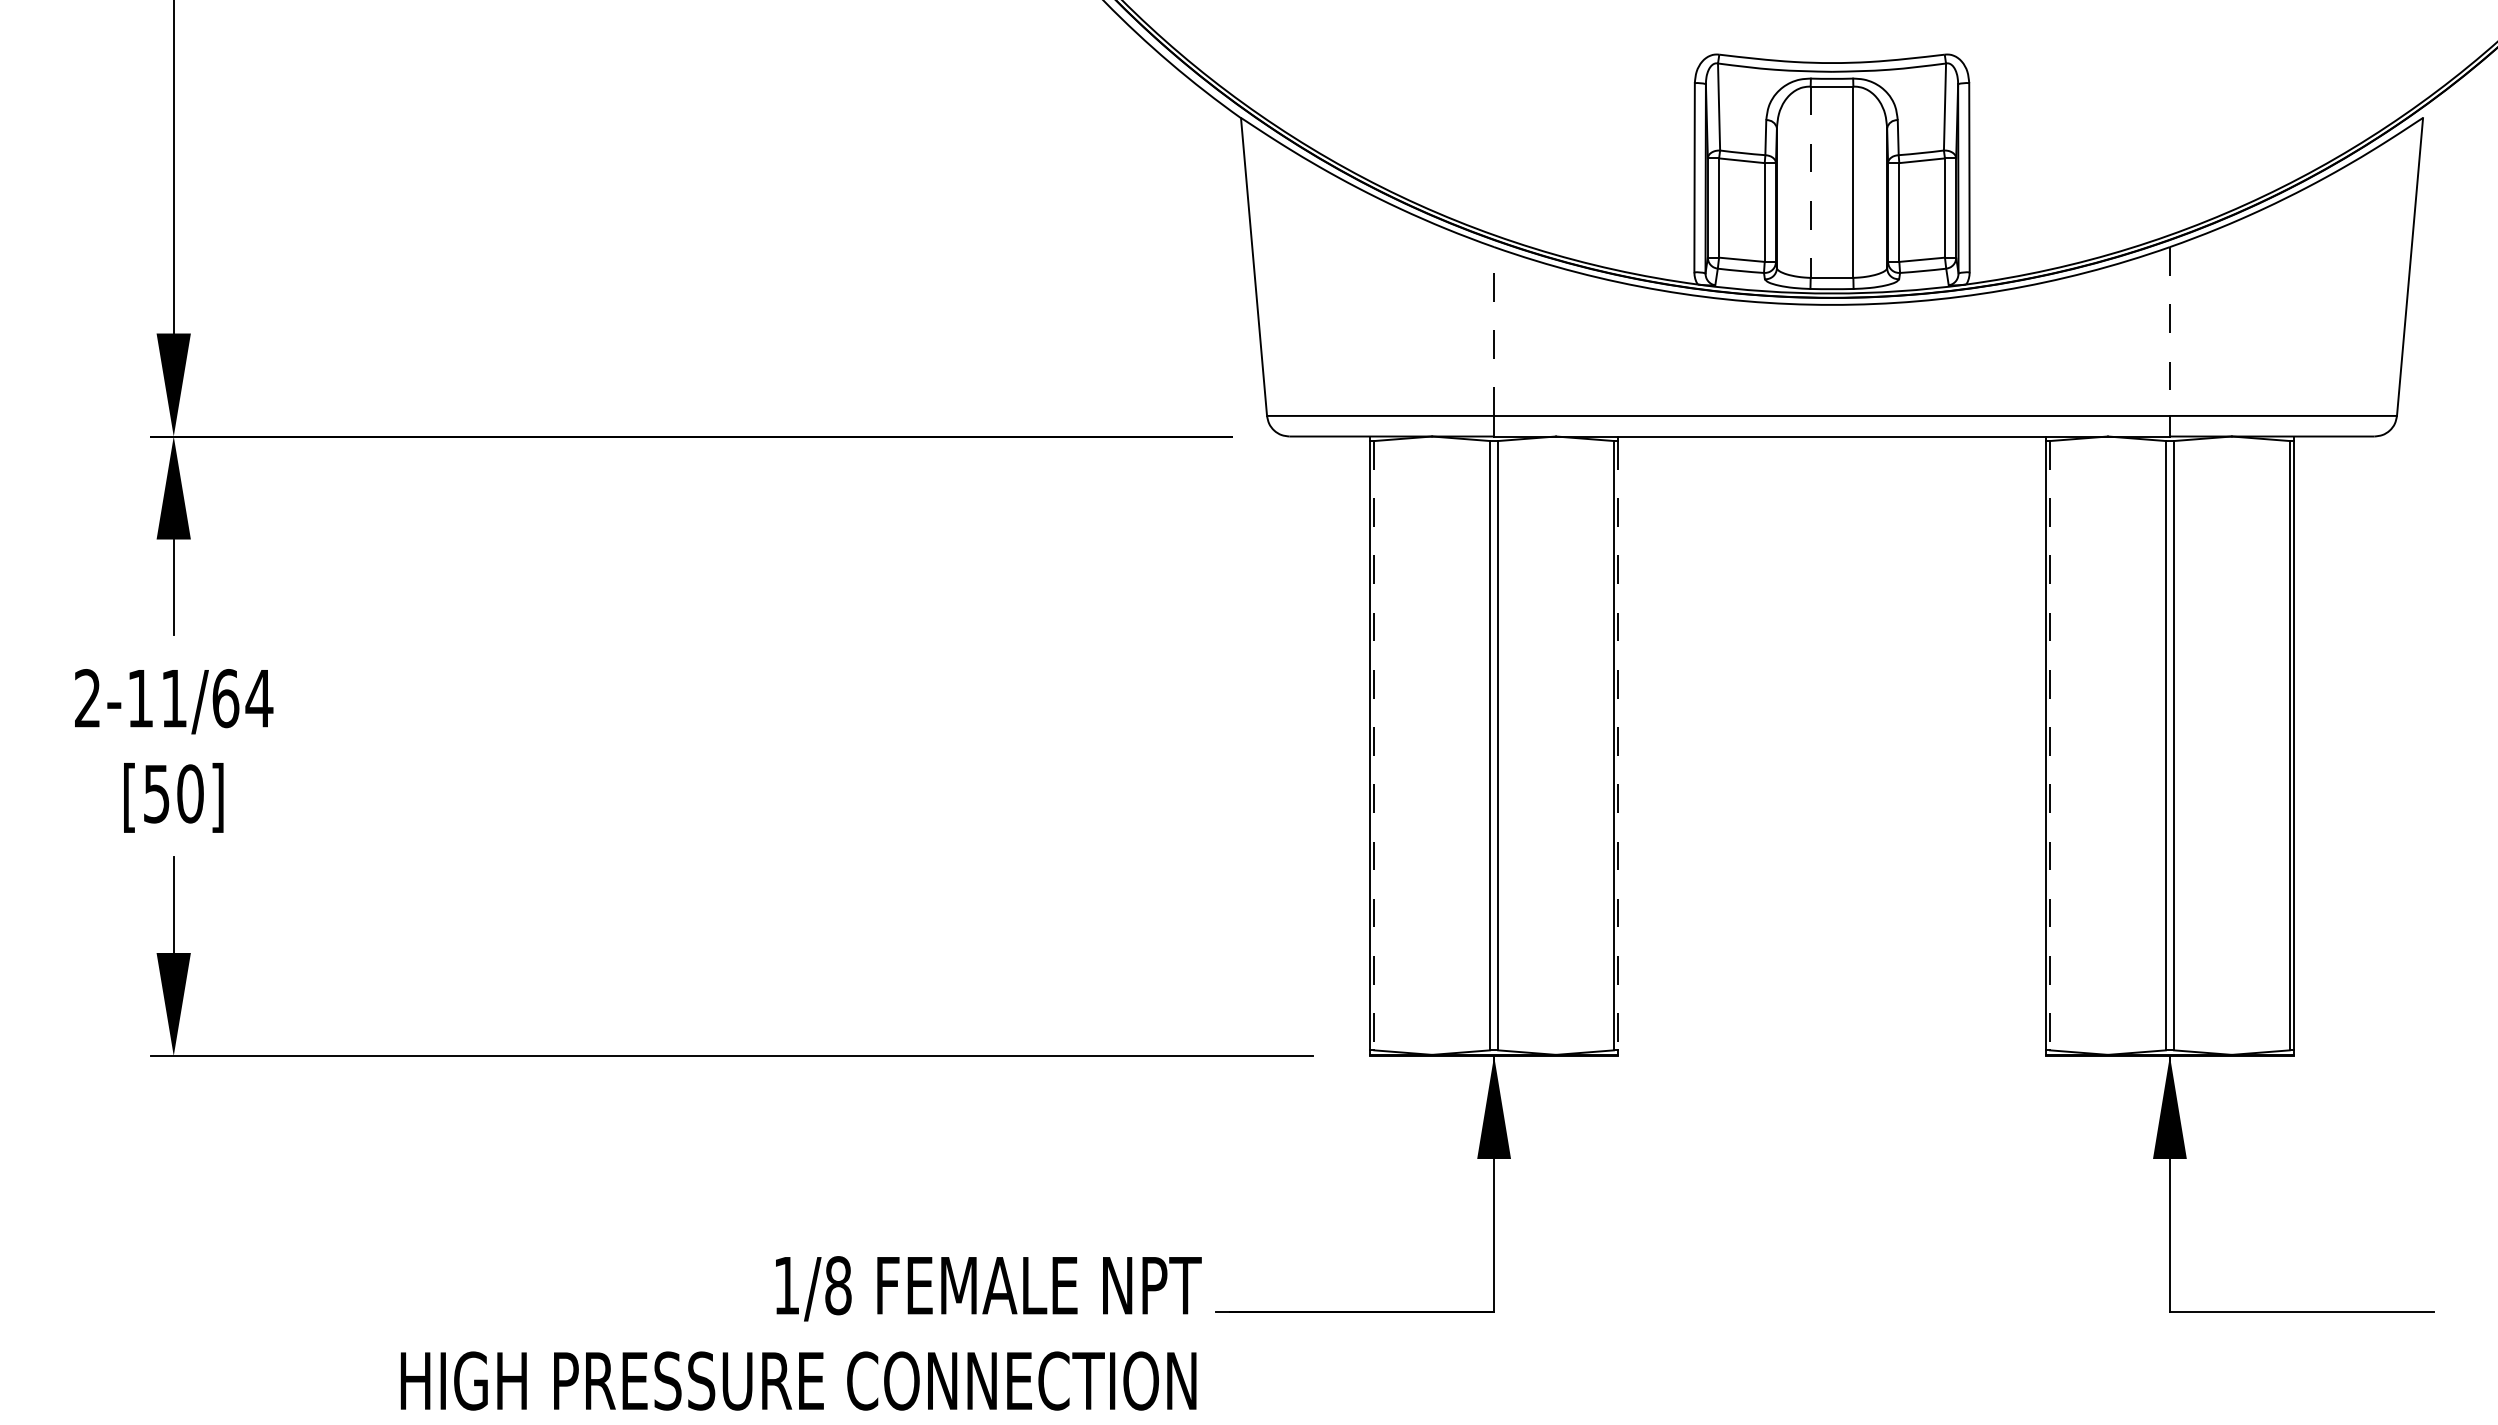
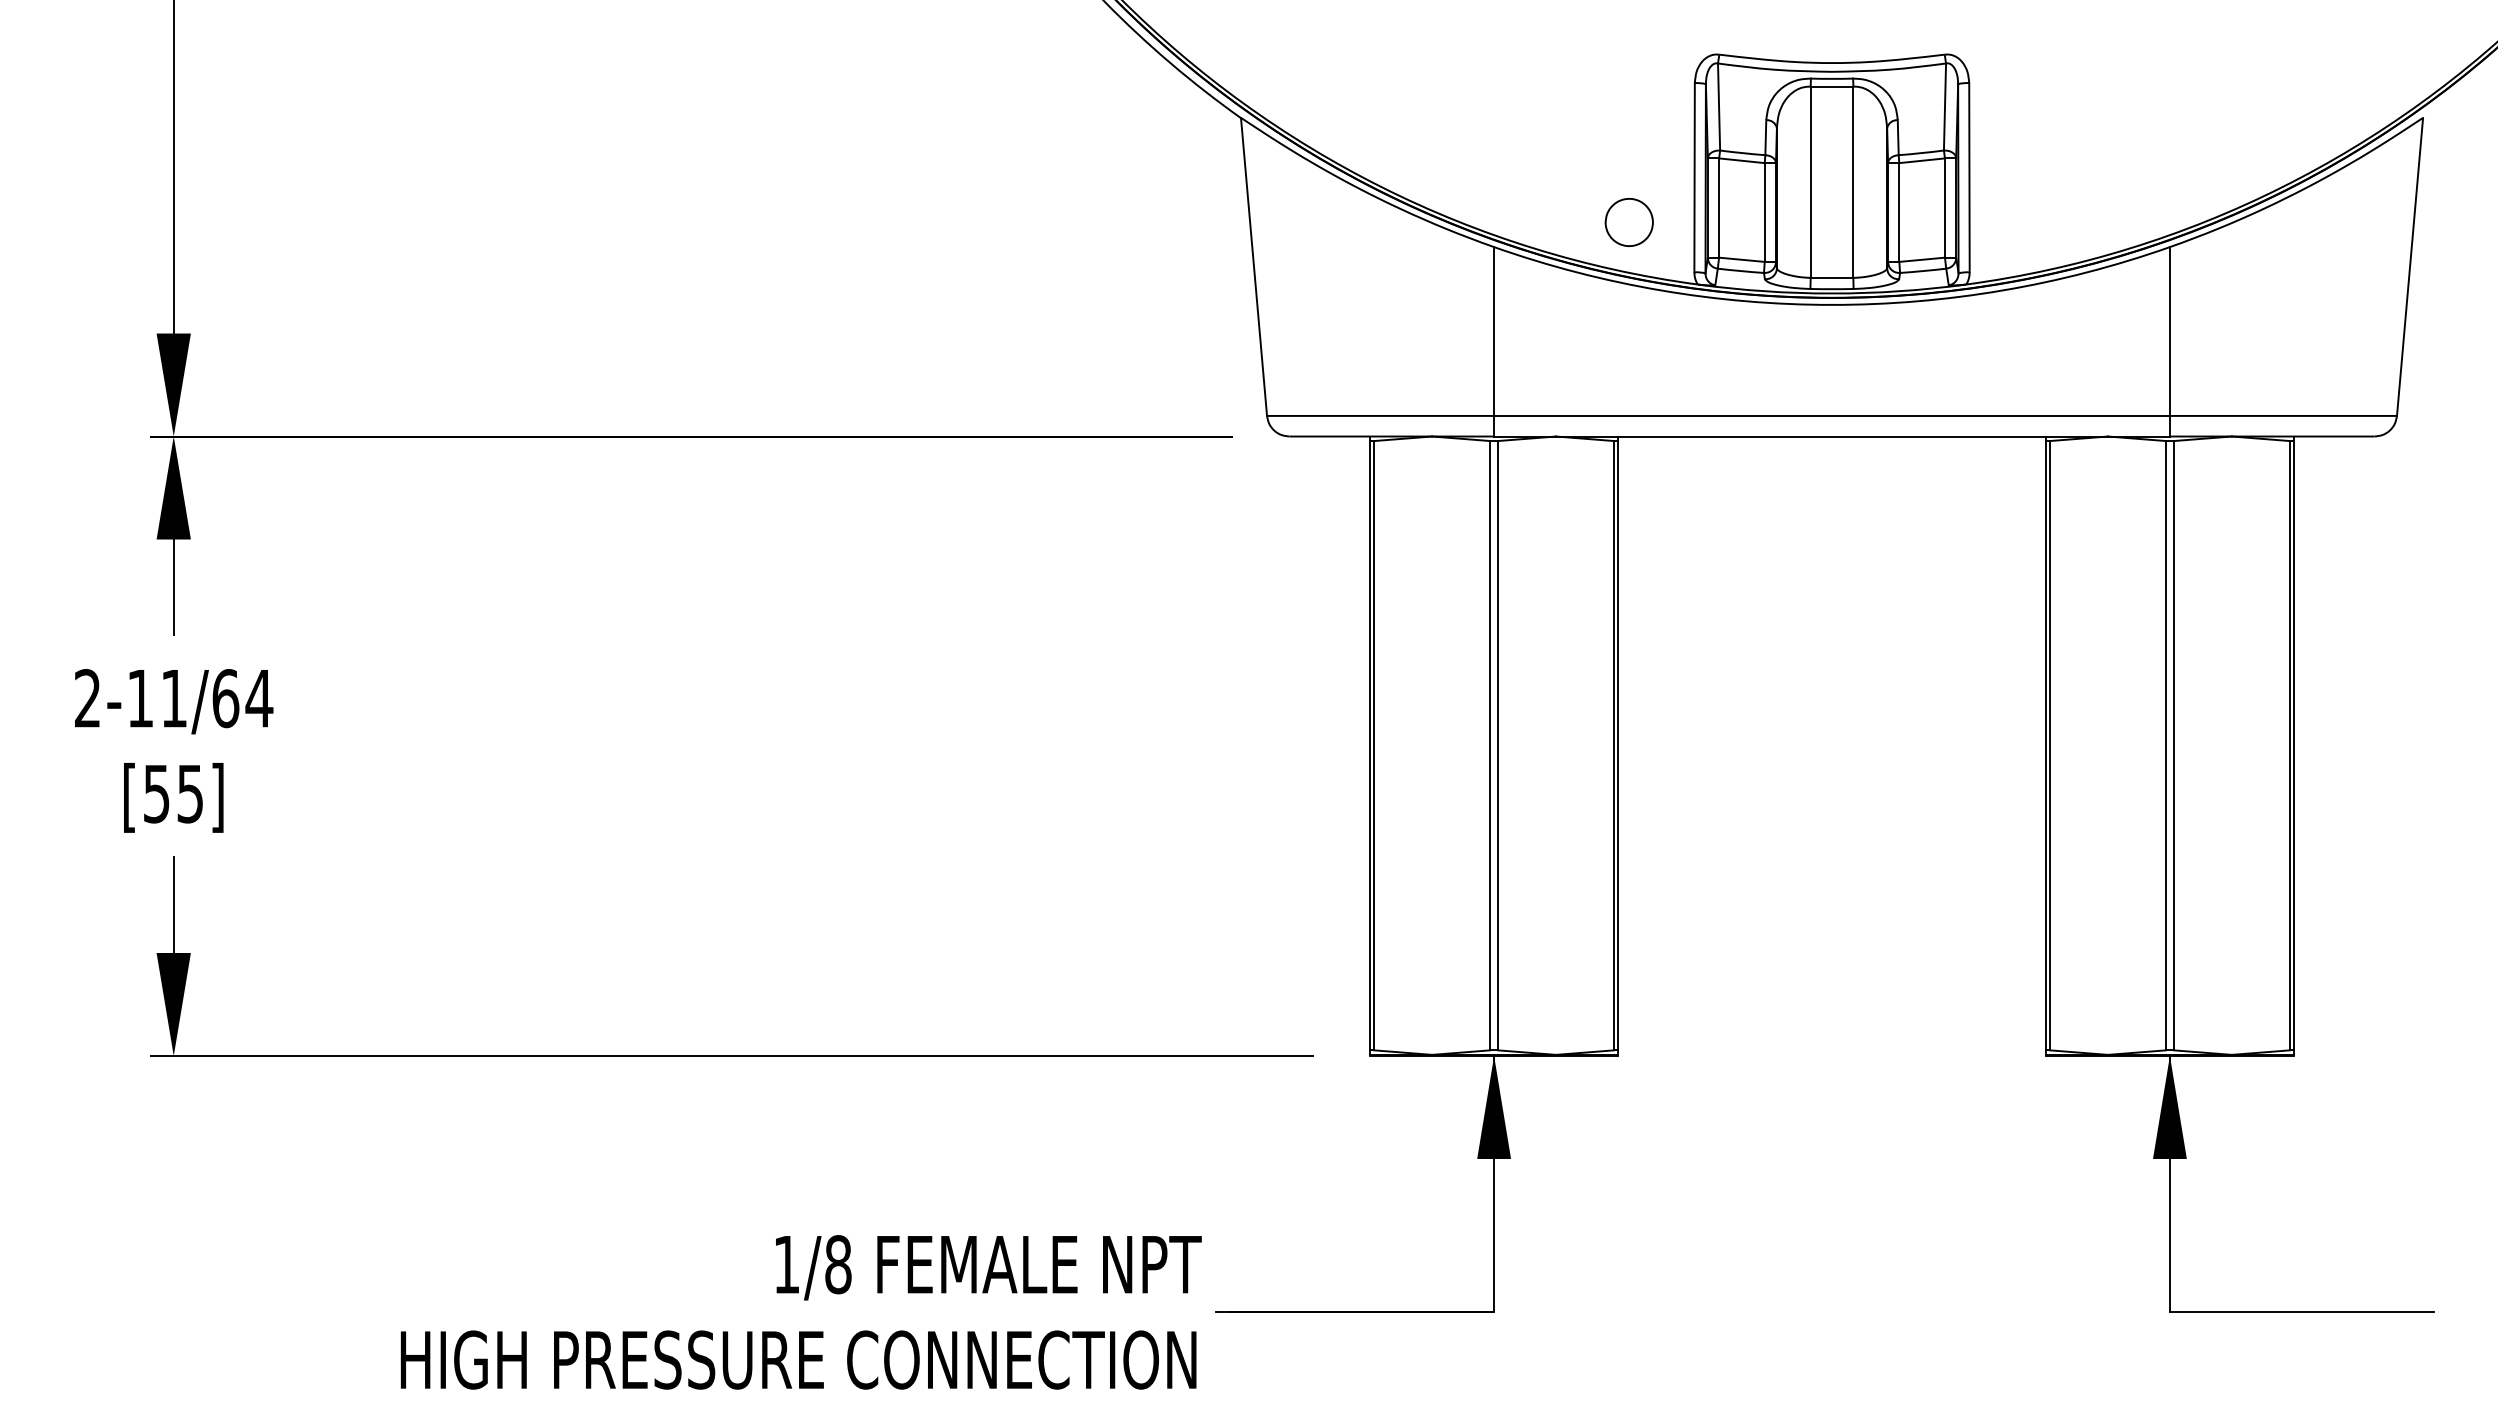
line at (1810, 182): dashed -> solid
part at (1628, 222): none -> present
line at (1494, 331): dashed -> solid
line at (2169, 332): dashed -> solid
line at (1374, 745): dashed -> solid
line at (1618, 745): dashed -> solid
line at (2050, 745): dashed -> solid
text at (190, 793): [50] -> [55]
text at (800, 1333) position: (800, 1333) -> (800, 1312)
